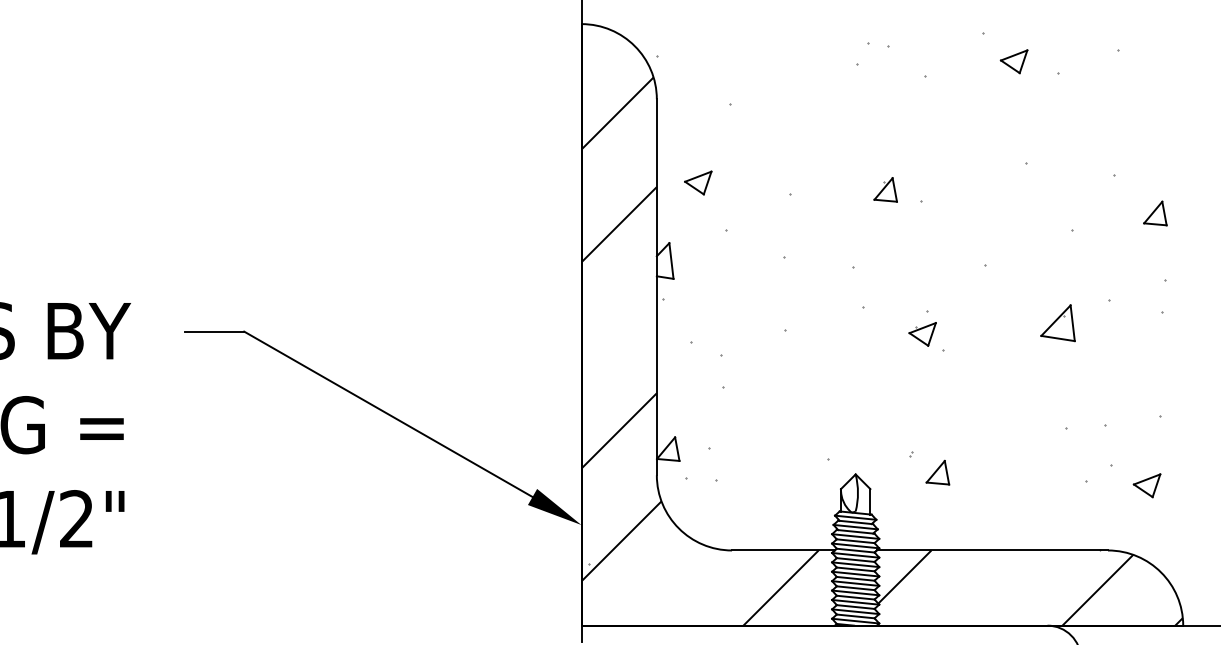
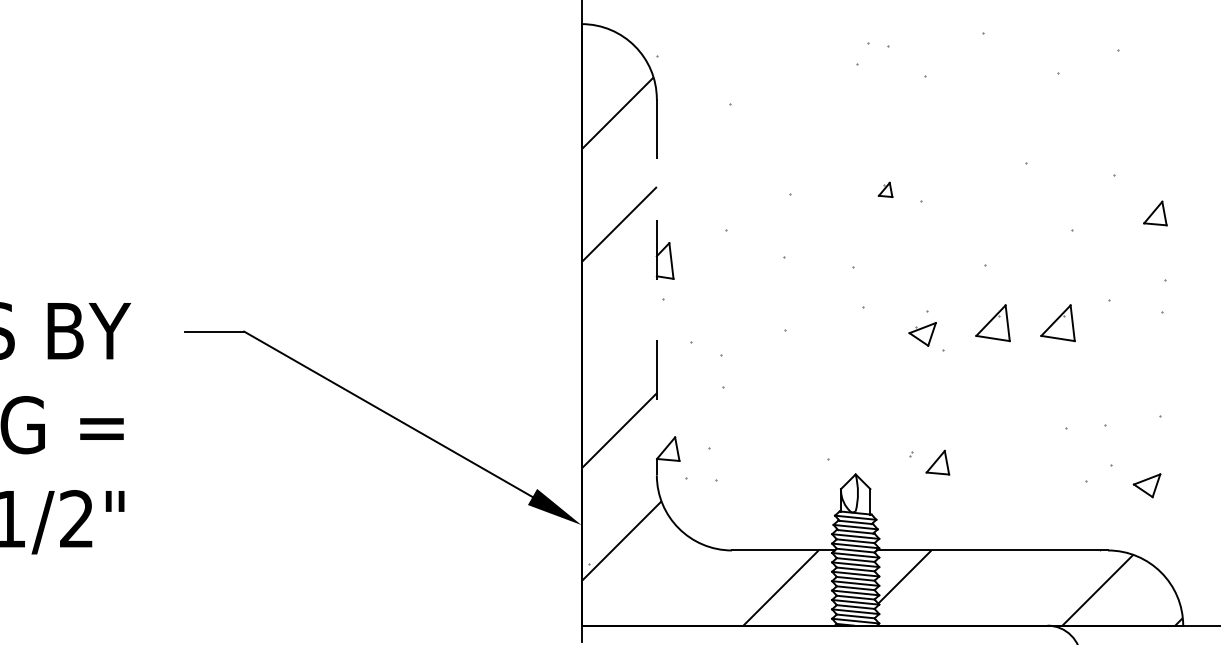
part at (1013, 61): present -> none
part at (698, 182): present -> none
part at (885, 189) size: 25x26 px -> 17x17 px
line at (656, 287): solid -> dashed
part at (992, 323): none -> present
part at (937, 472) position: (937, 472) -> (937, 462)
